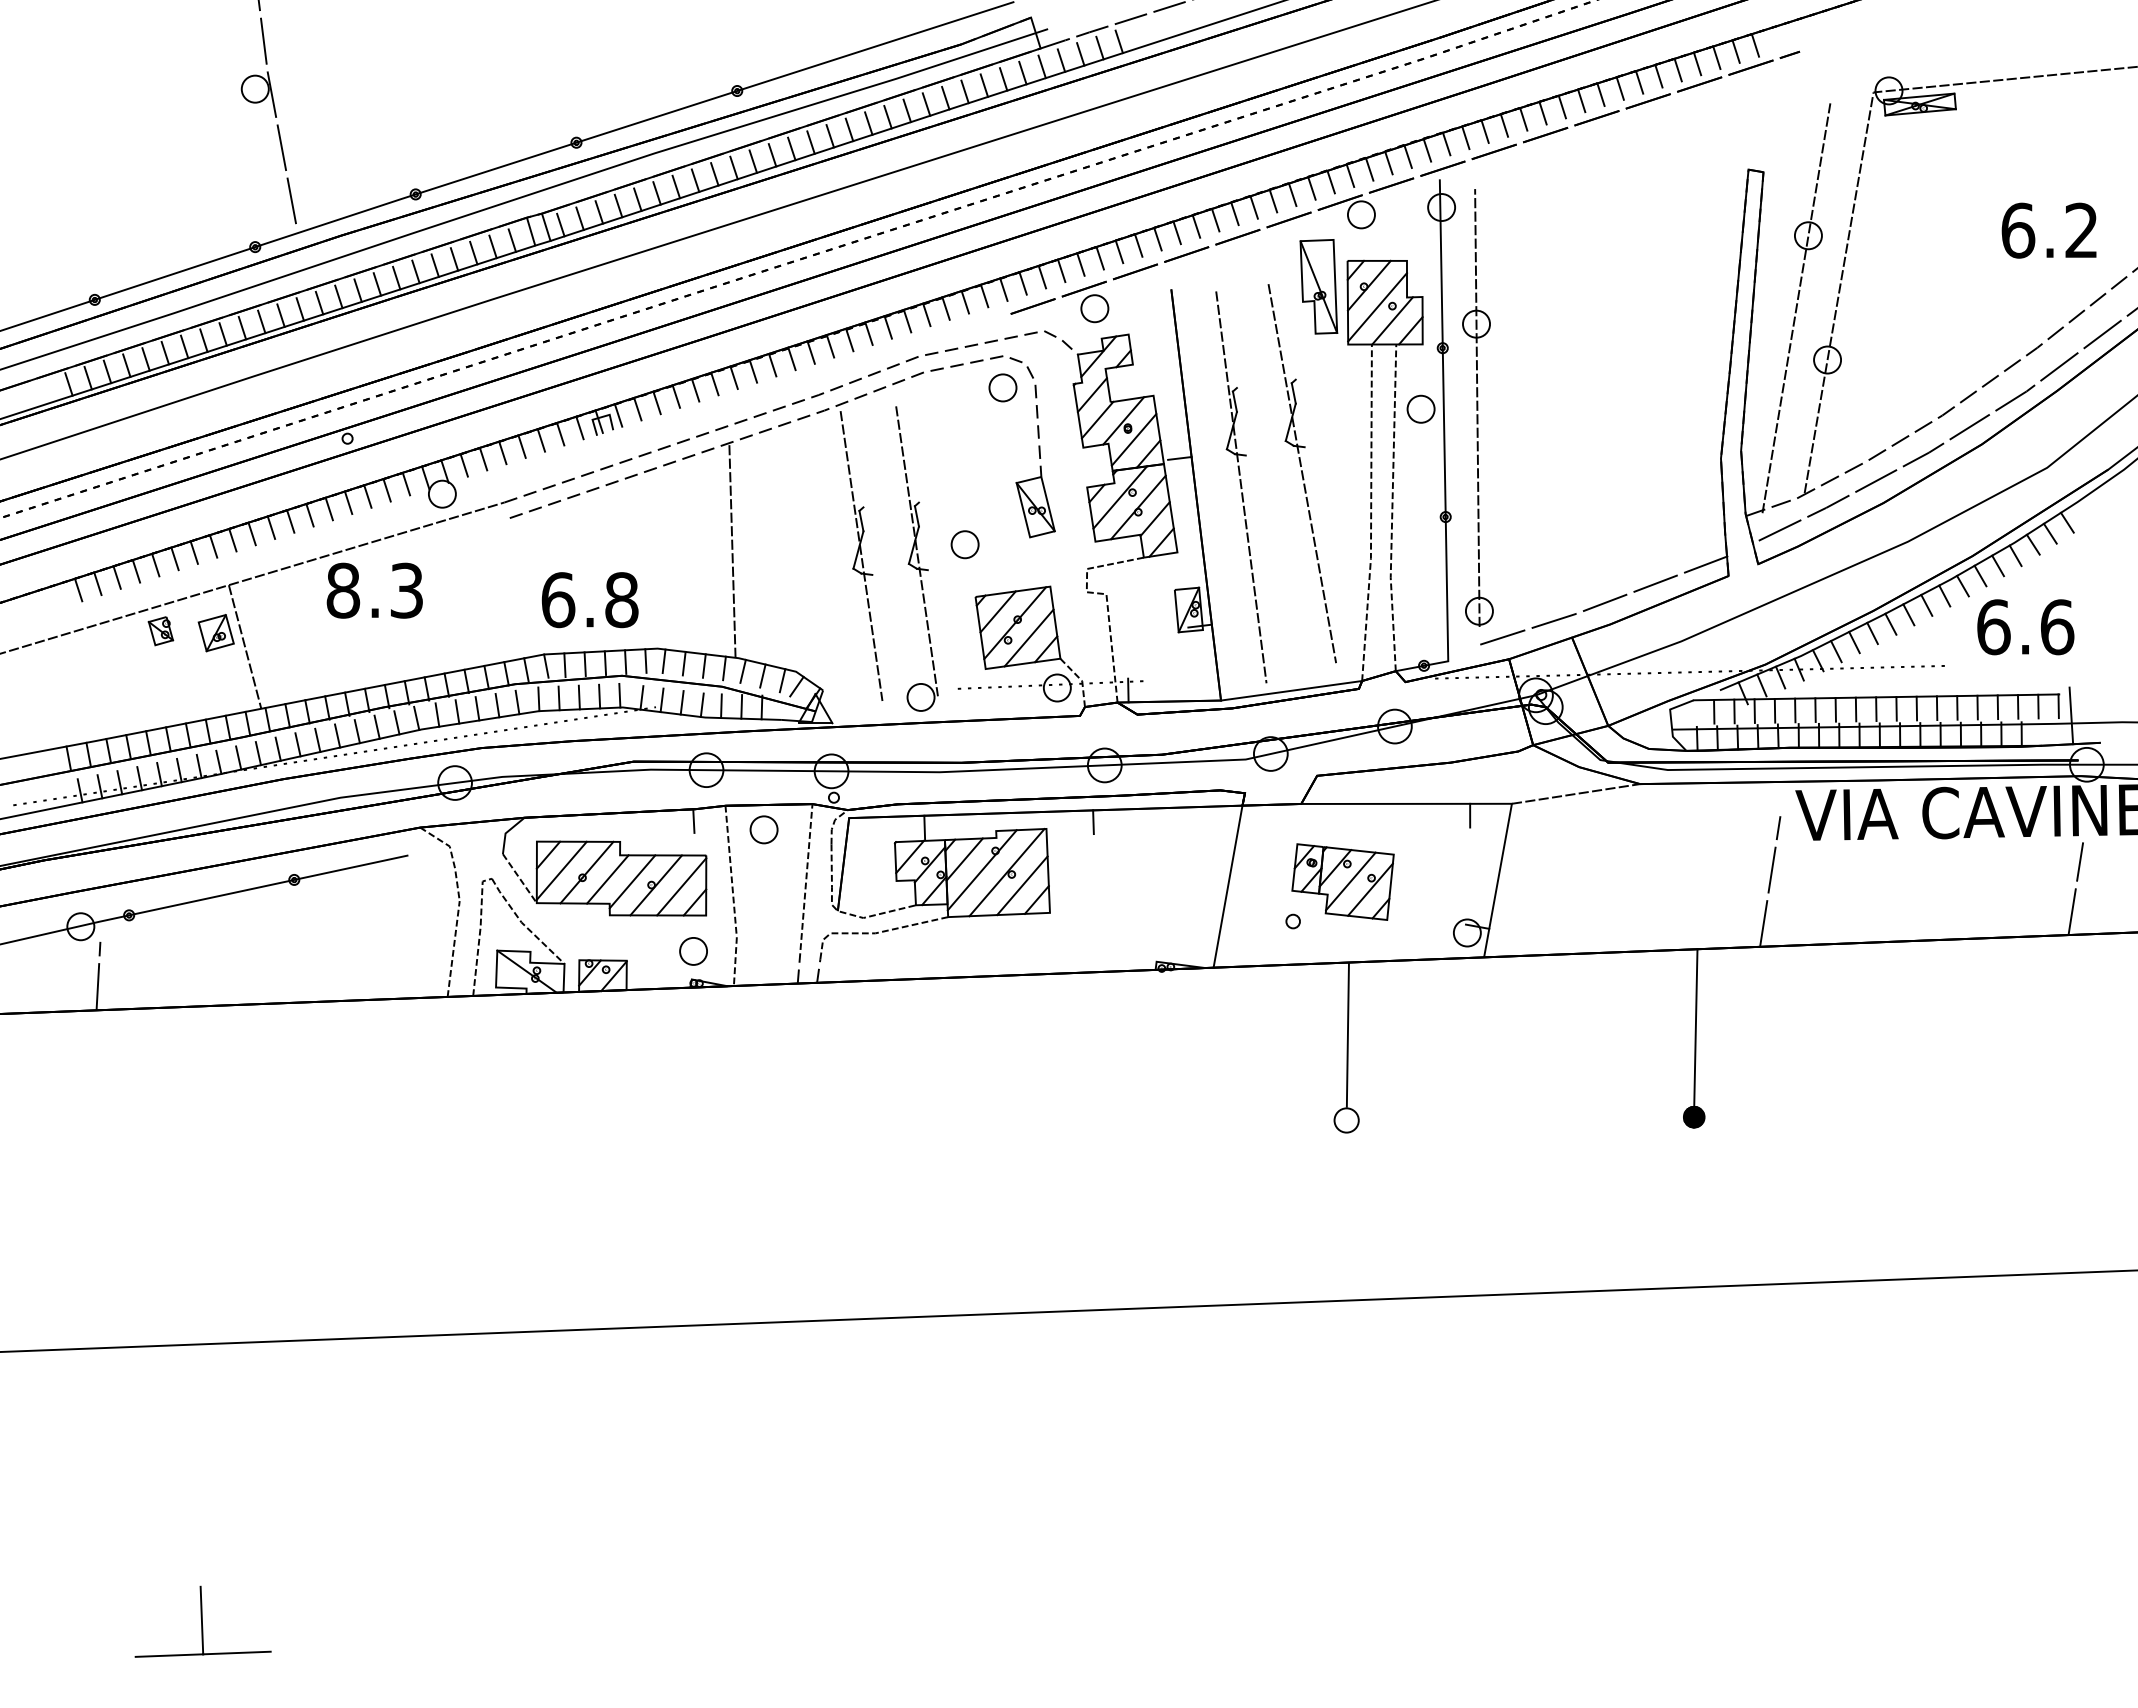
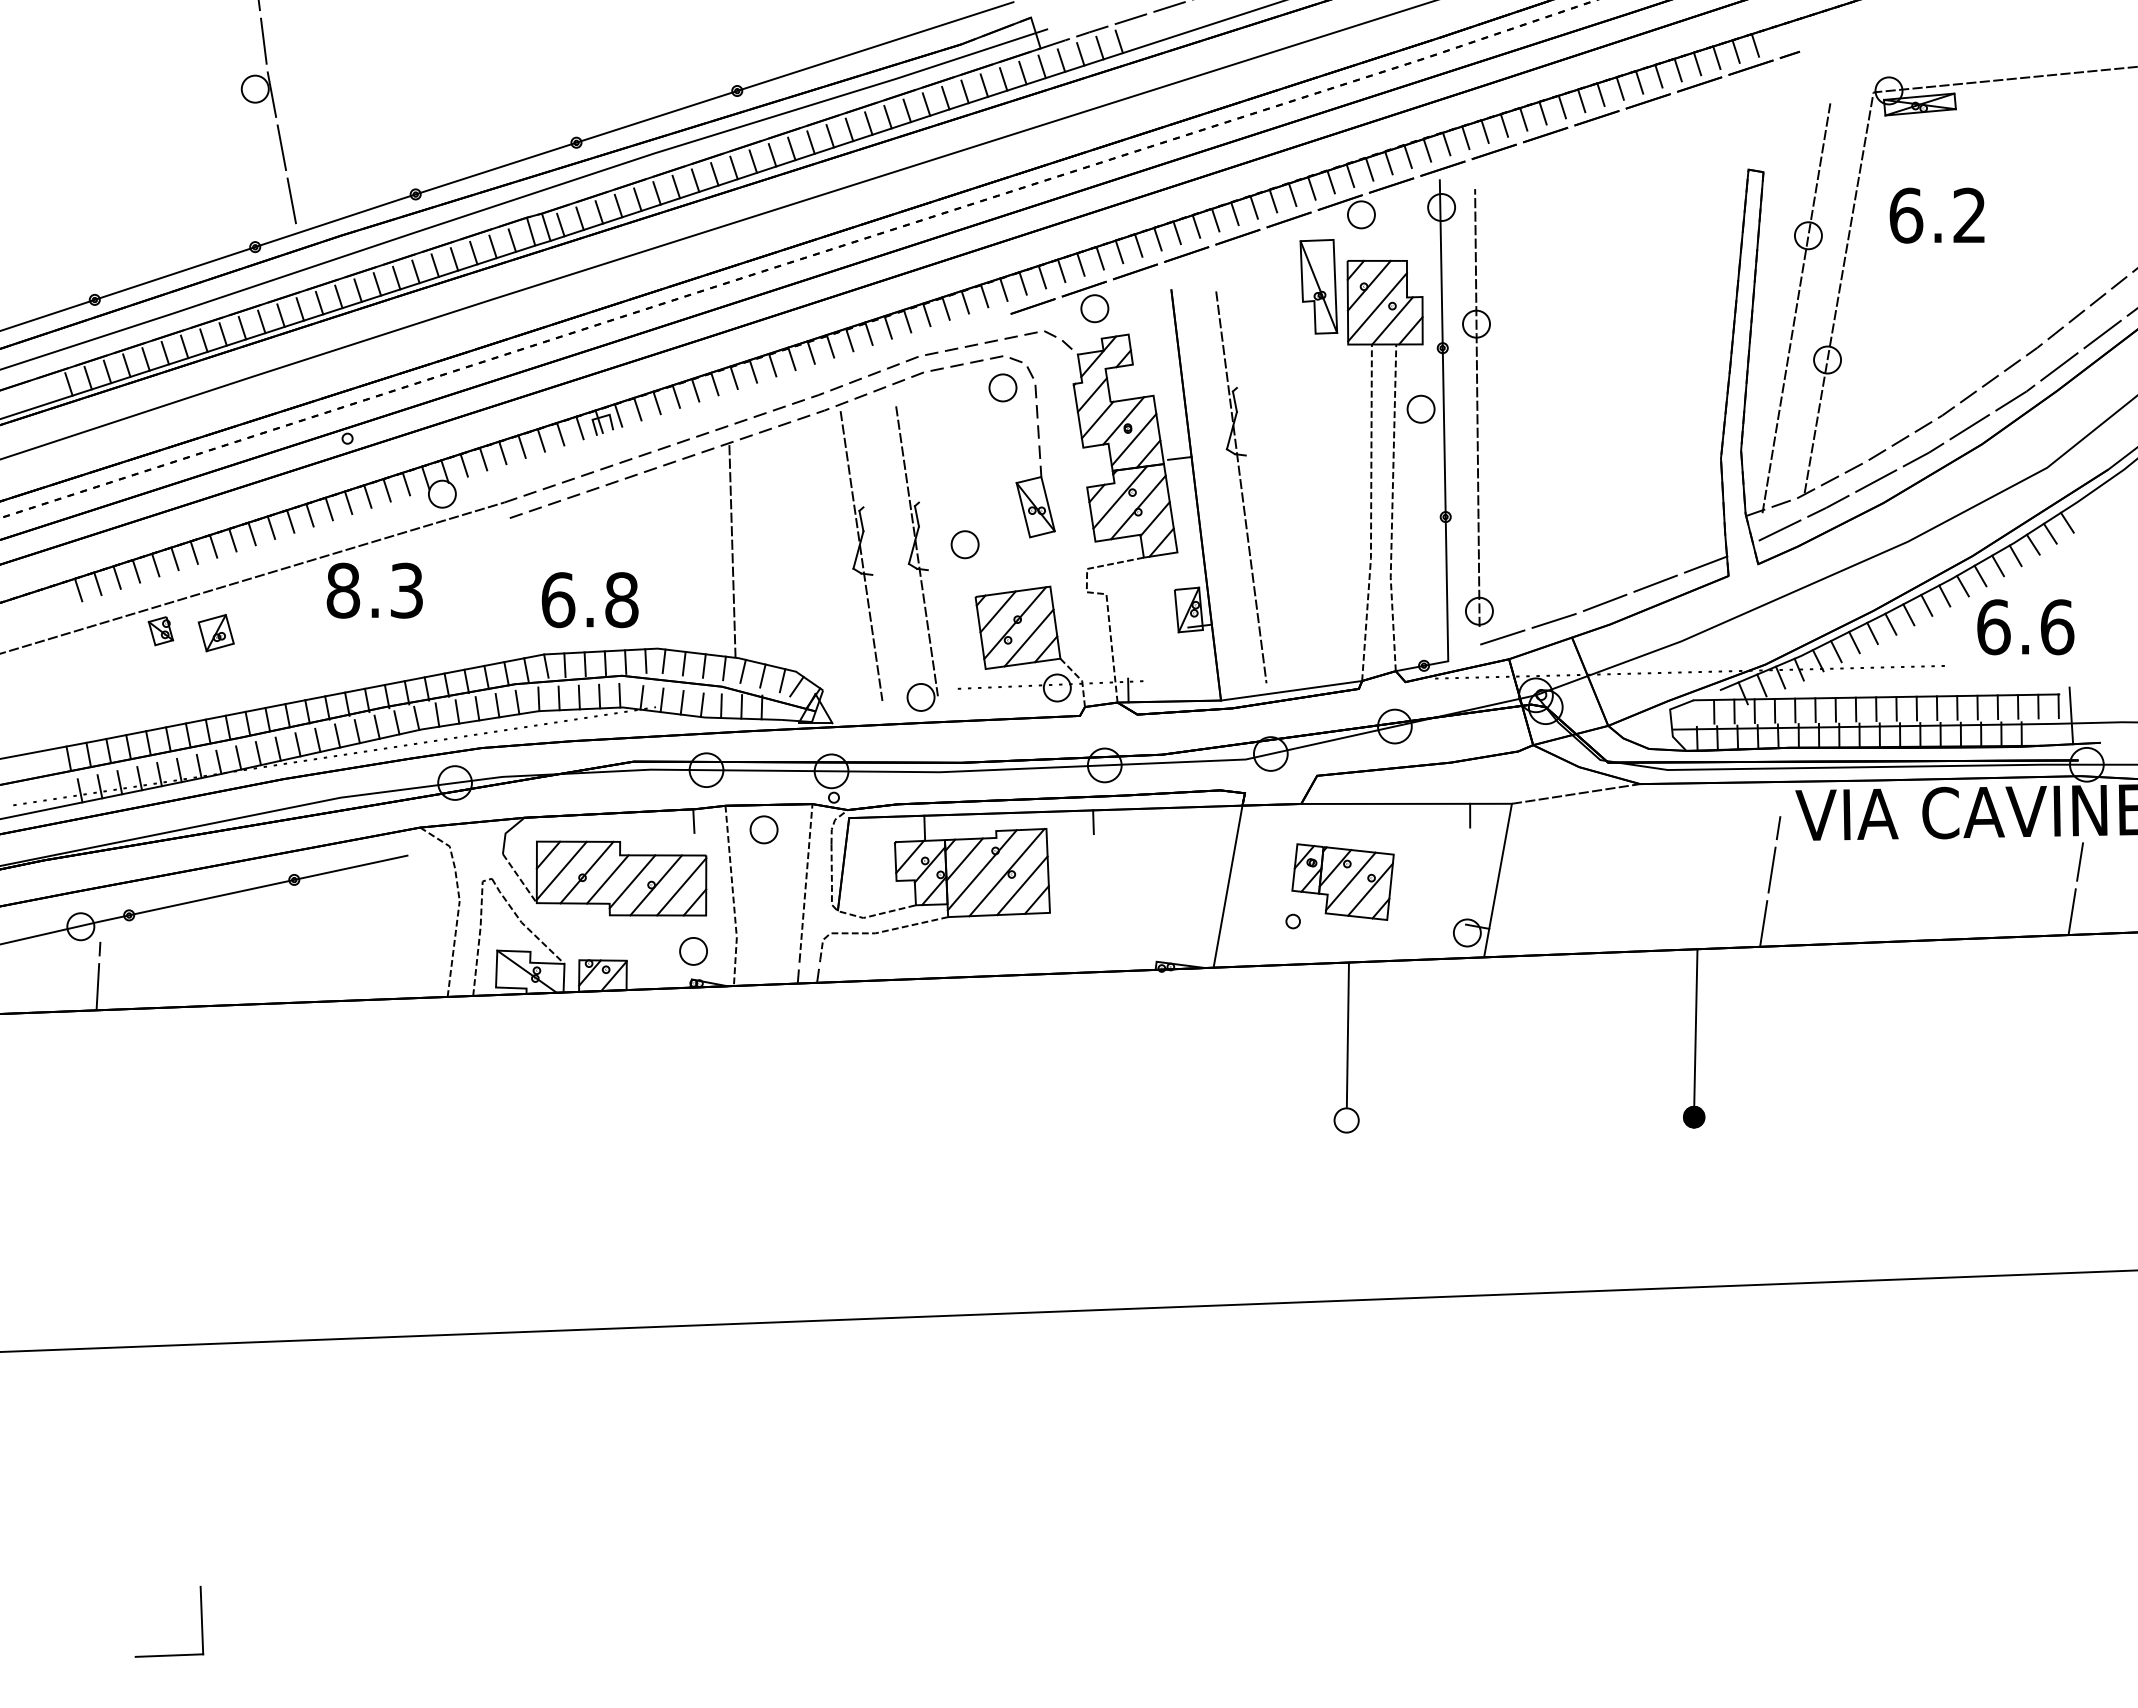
text at (2048, 230) position: (2048, 230) -> (1936, 215)
part at (1301, 473): present -> none
line at (244, 646): present -> none
line at (236, 1652): present -> none
